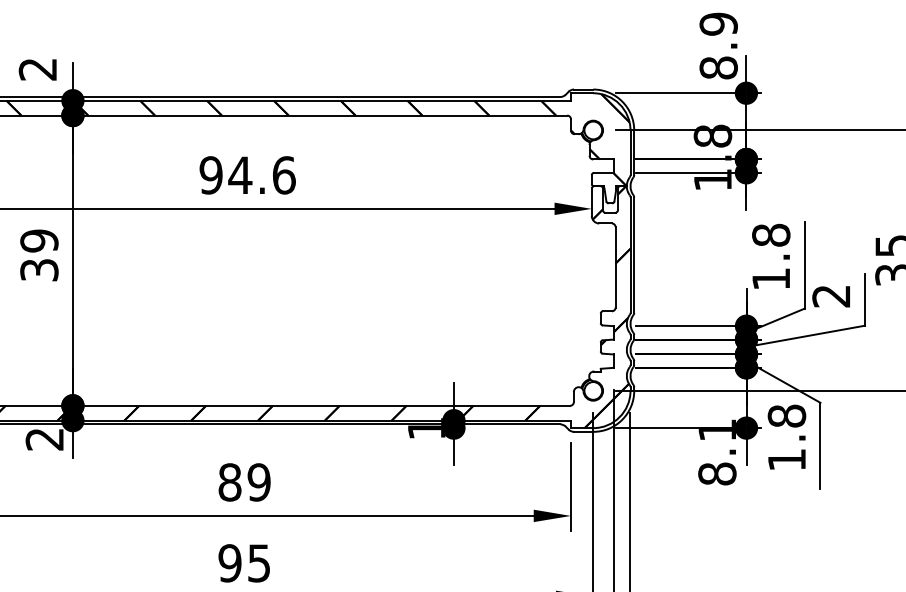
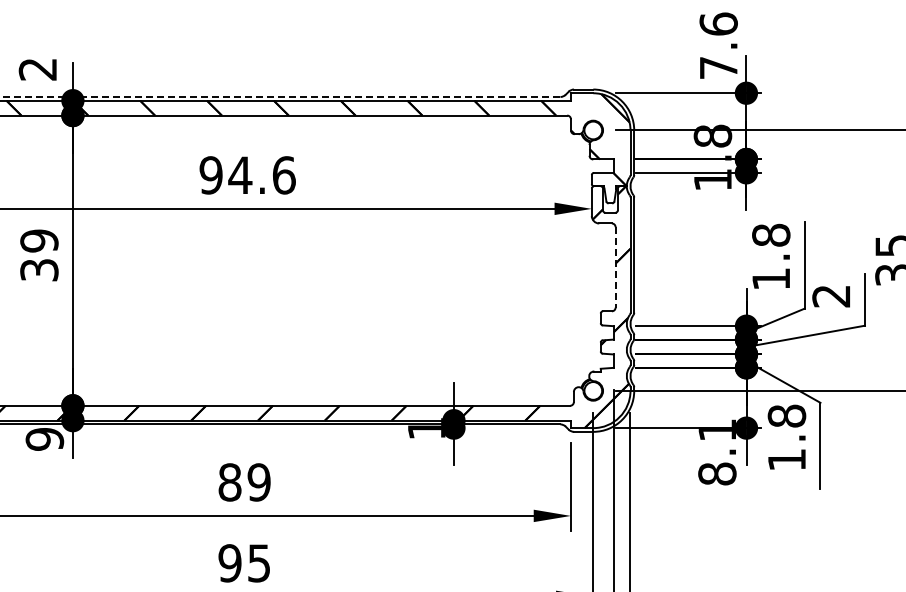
text at (718, 45): 8.9 -> 7.6
line at (279, 96): solid -> dashed
line at (615, 267): solid -> dashed
text at (44, 439): 2 -> 9
